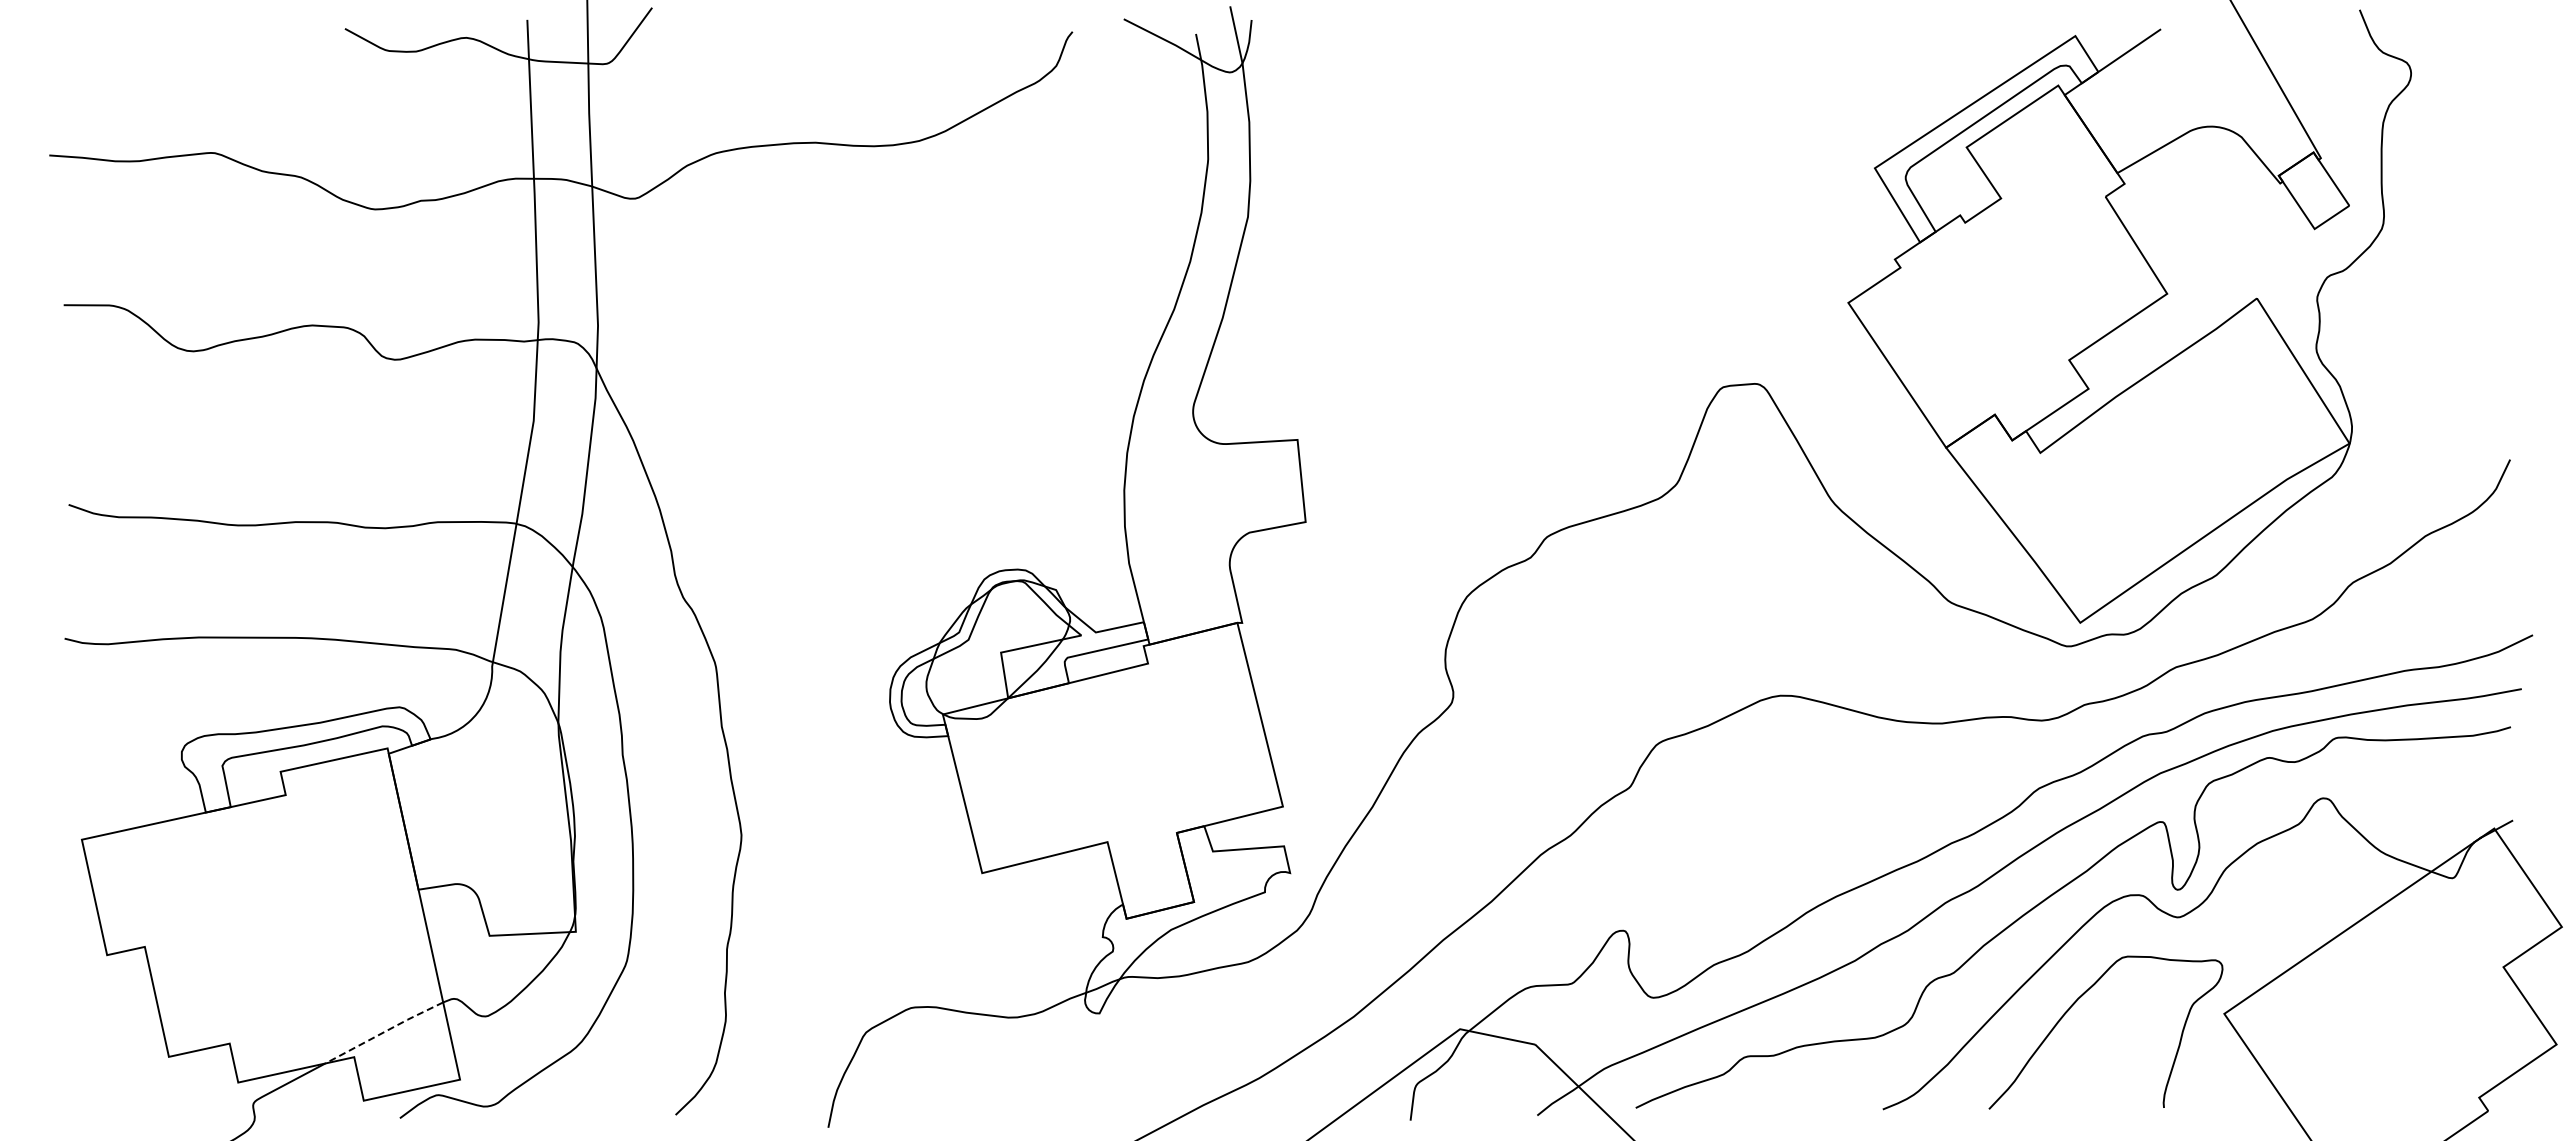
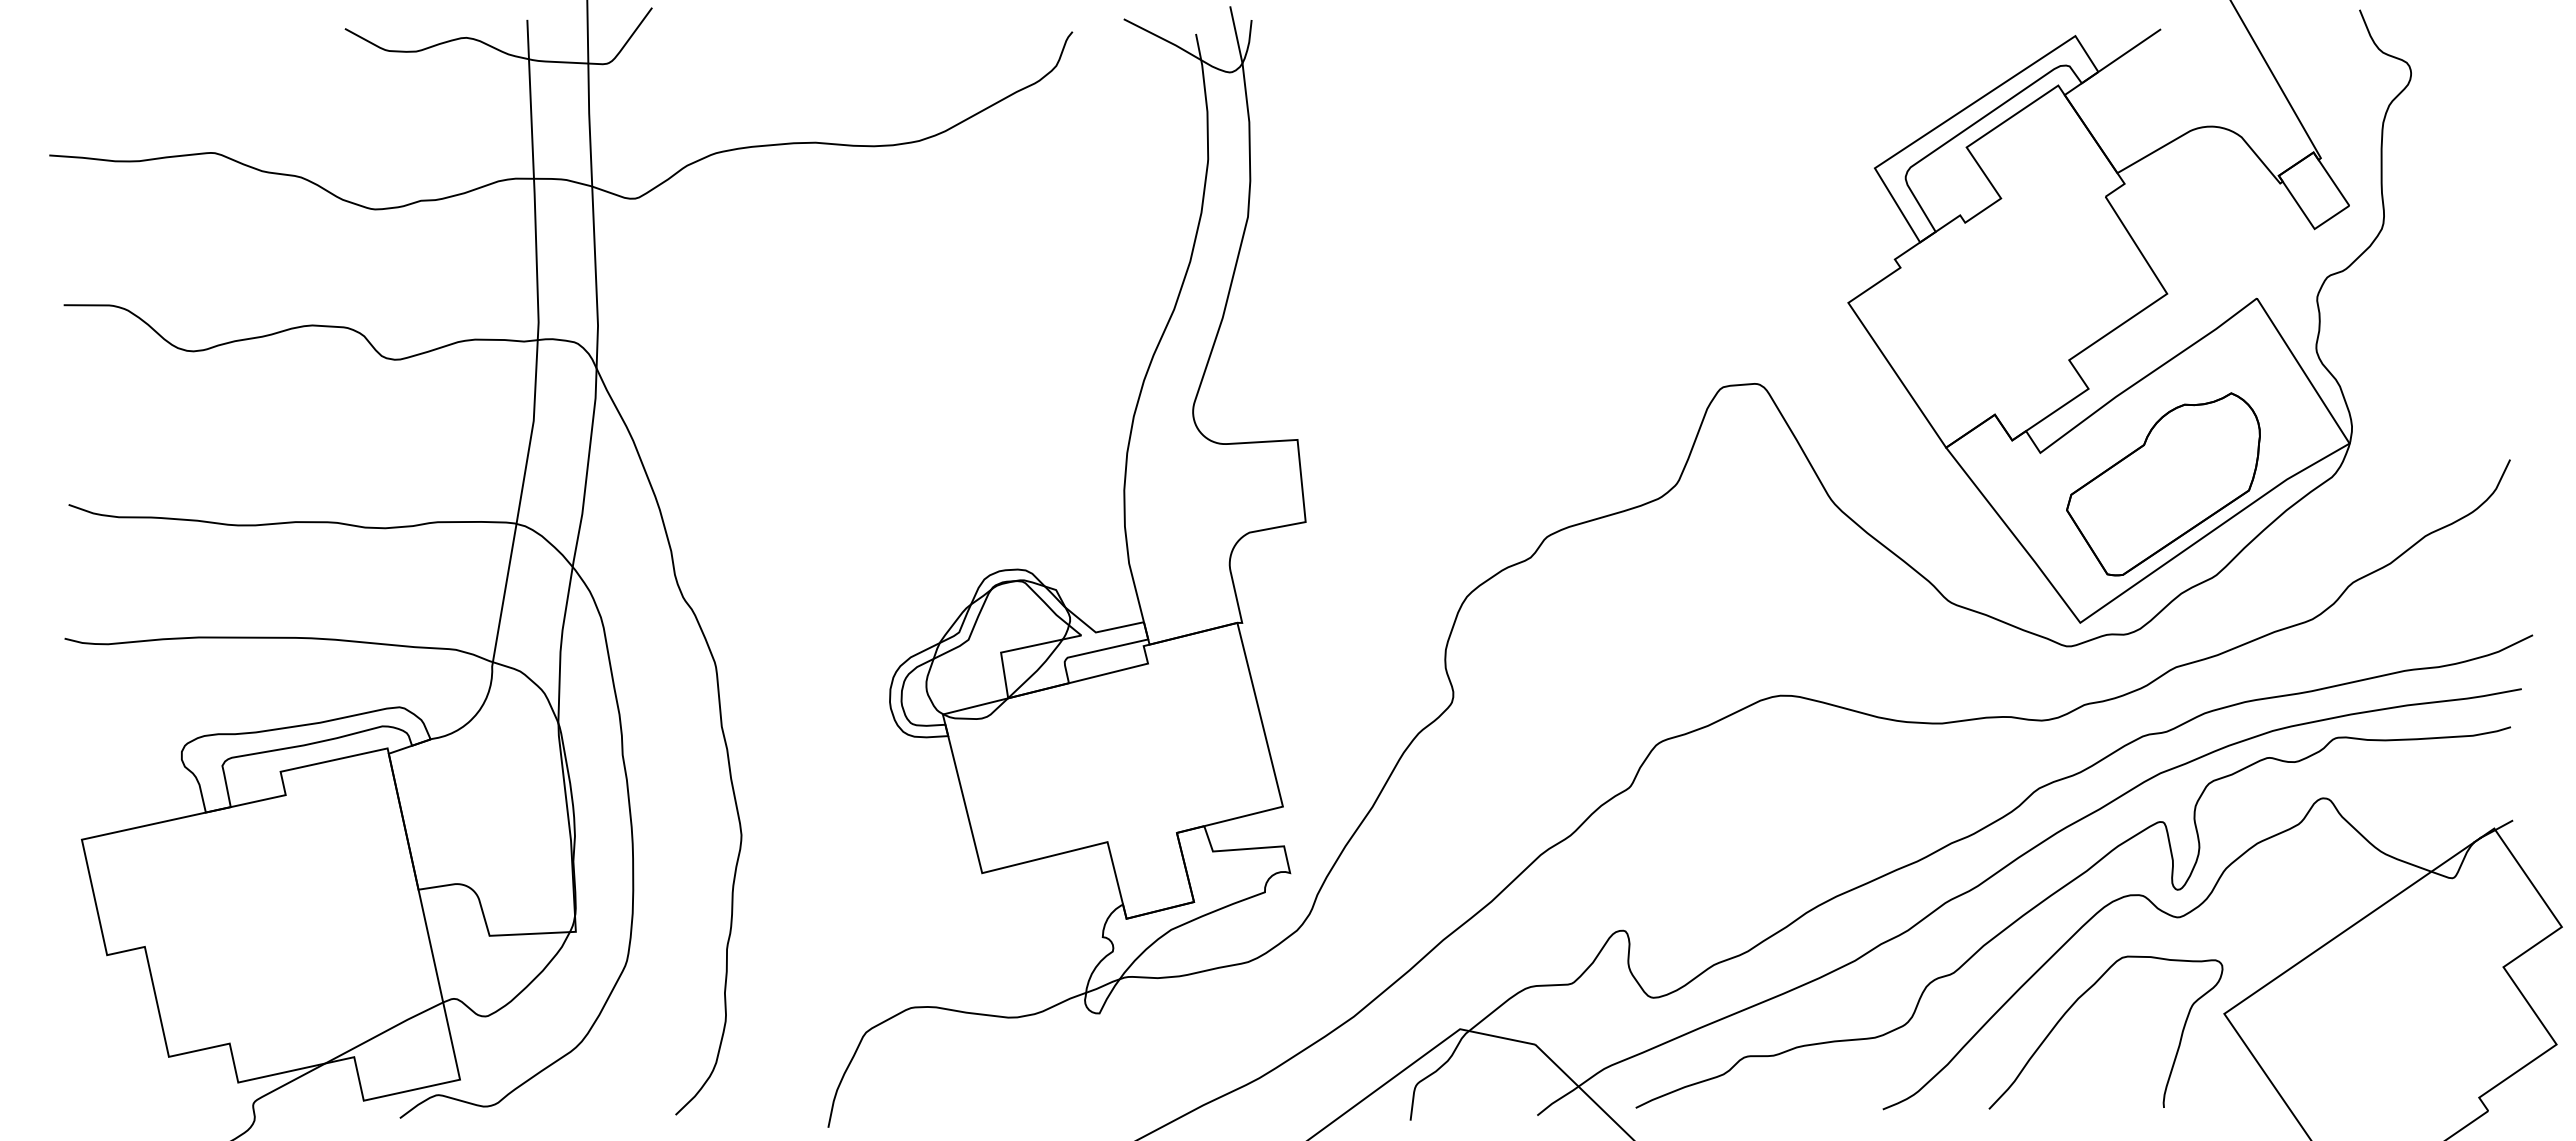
part at (2163, 484): none -> present
line at (384, 1032): dashed -> solid
